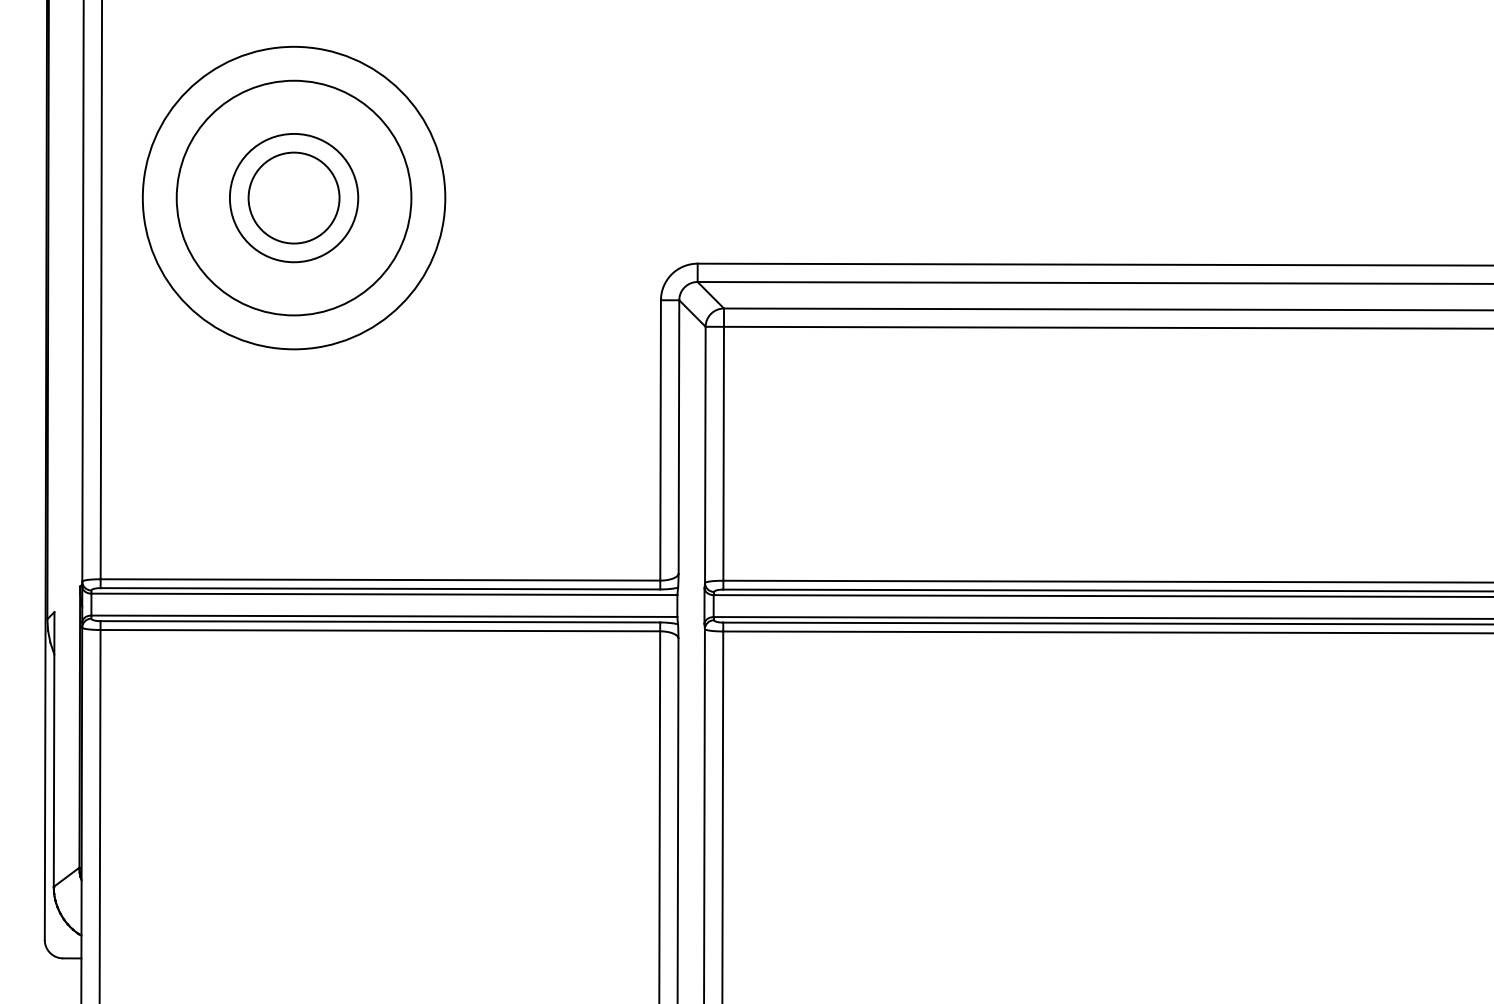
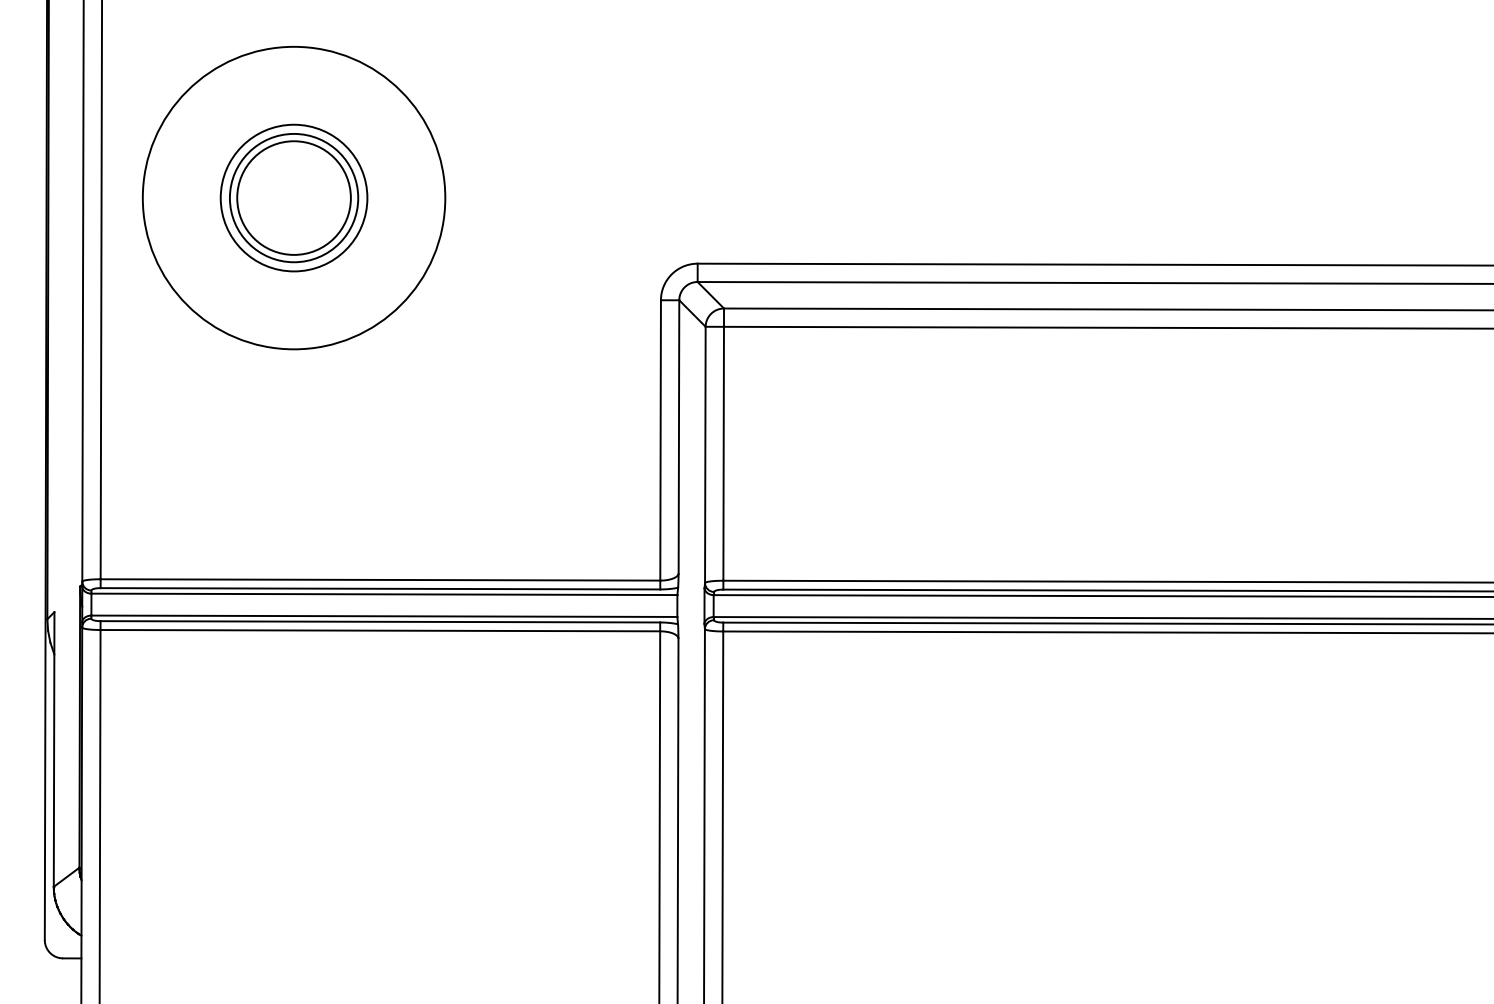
circle at (293, 197) diameter: 235 px -> 147 px
circle at (293, 197) diameter: 91 px -> 114 px
